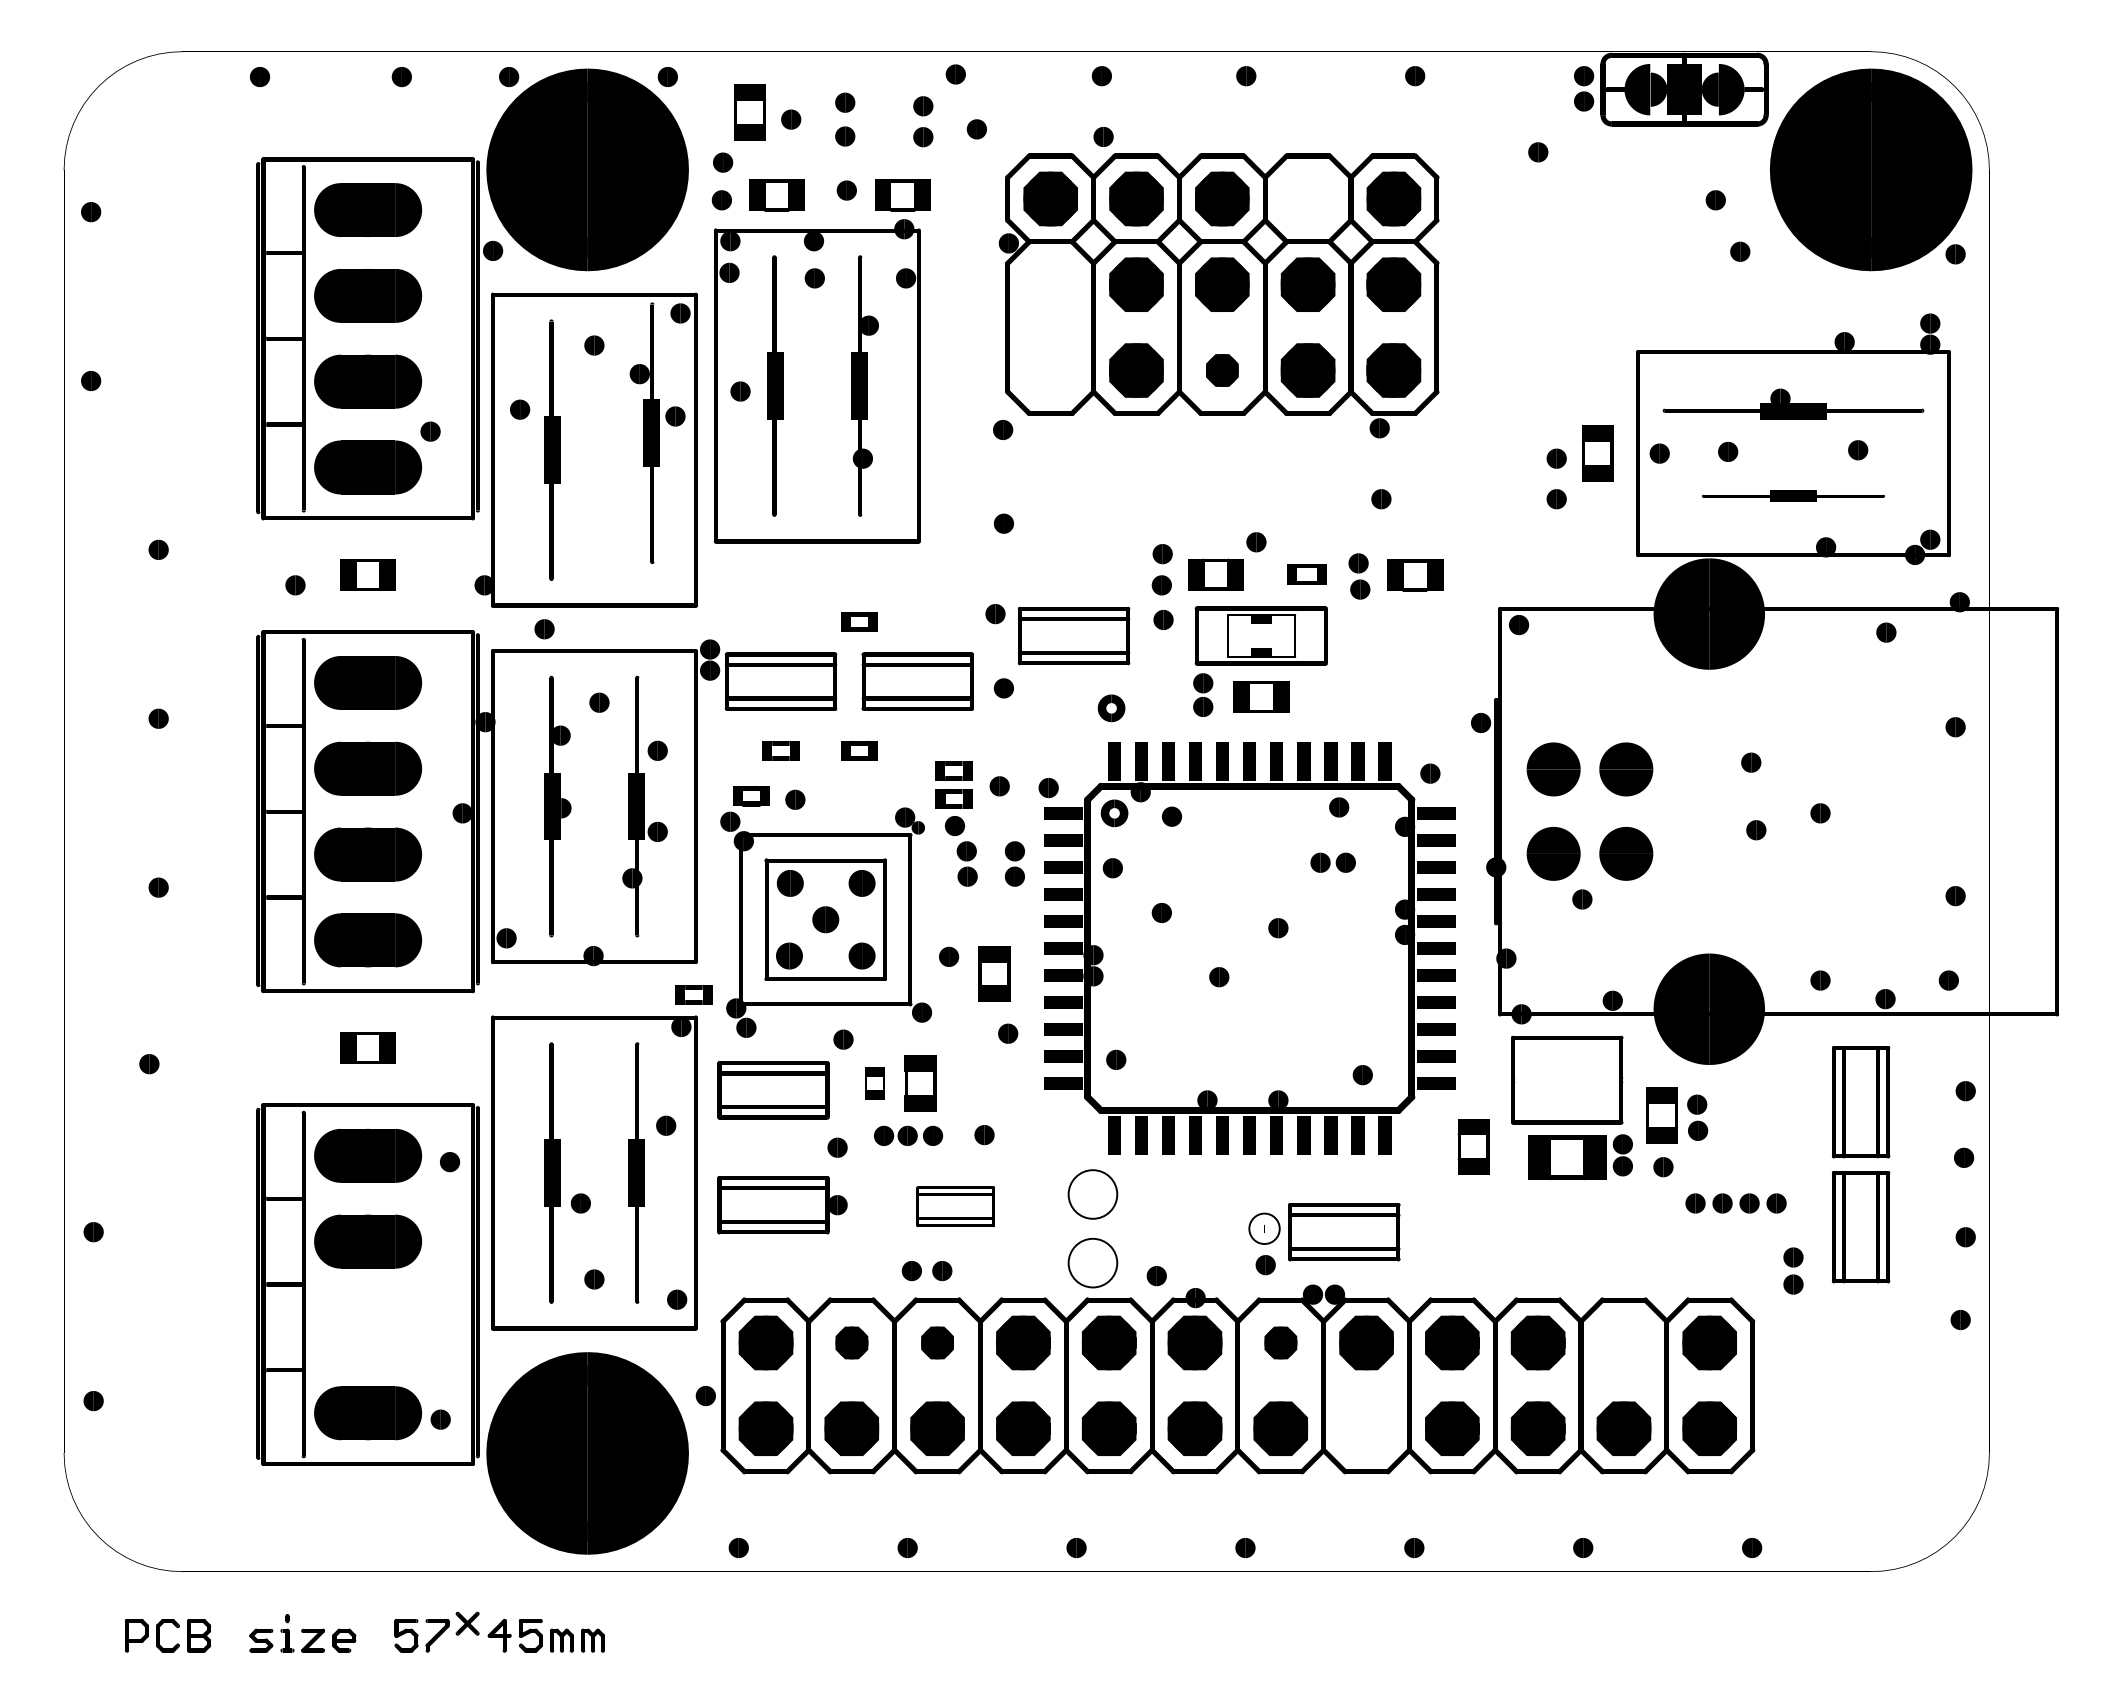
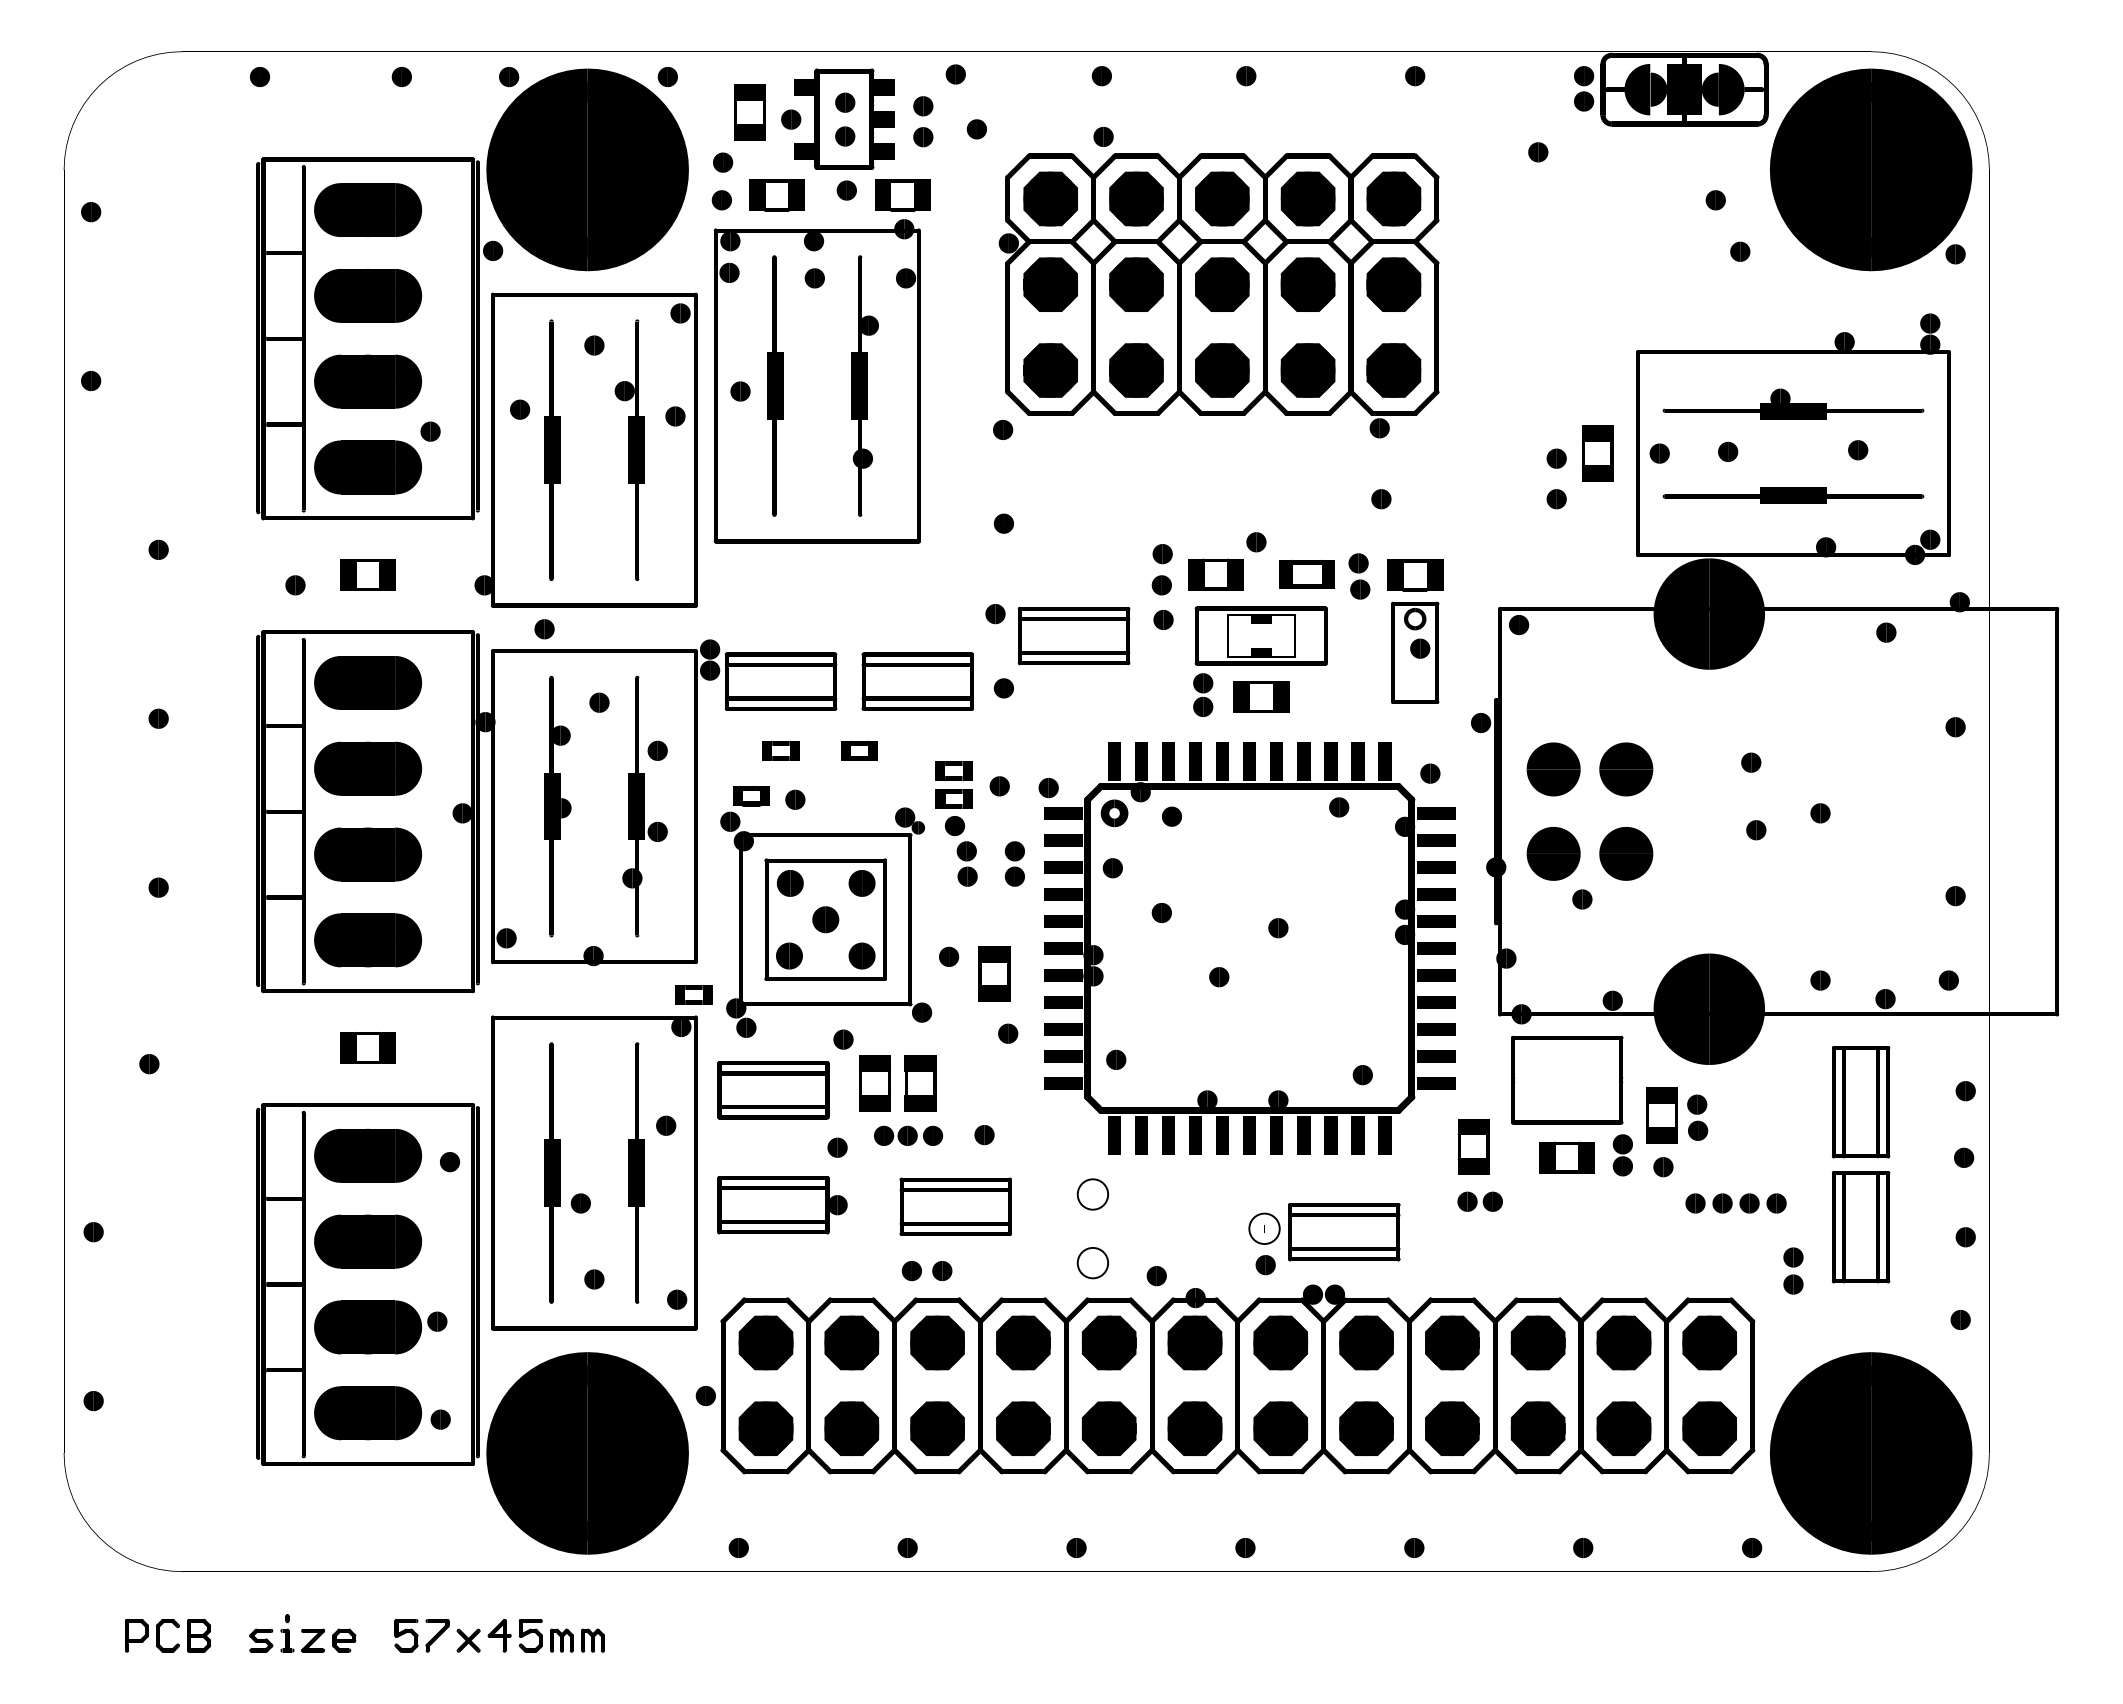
part at (844, 118): none -> present
part at (1307, 198): none -> present
part at (1050, 284): none -> present
part at (1050, 370): none -> present
part at (1222, 370) size: 33x33 px -> 55x55 px
part at (644, 432) position: (644, 432) -> (629, 449)
part at (1793, 495) size: 183x12 px -> 263x17 px
part at (1306, 574) size: 40x21 px -> 56x29 px
part at (859, 621): present -> none
part at (1415, 652): none -> present
part at (1111, 708): present -> none
part at (1332, 862) position: (1332, 862) -> (1479, 1201)
part at (874, 1083) size: 20x33 px -> 32x57 px
part at (1567, 1157) size: 79x46 px -> 56x33 px
circle at (1092, 1194) diameter: 49 px -> 30 px
part at (955, 1206) size: 79x42 px -> 113x59 px
circle at (1092, 1262) diameter: 49 px -> 30 px
part at (380, 1327): none -> present
part at (851, 1342) size: 34x34 px -> 56x56 px
part at (937, 1342) size: 33x34 px -> 55x56 px
part at (1280, 1342) size: 34x34 px -> 56x56 px
part at (1623, 1342): none -> present
part at (1366, 1428): none -> present
part at (1870, 1453): none -> present
part at (467, 1623) position: (467, 1623) -> (468, 1640)
